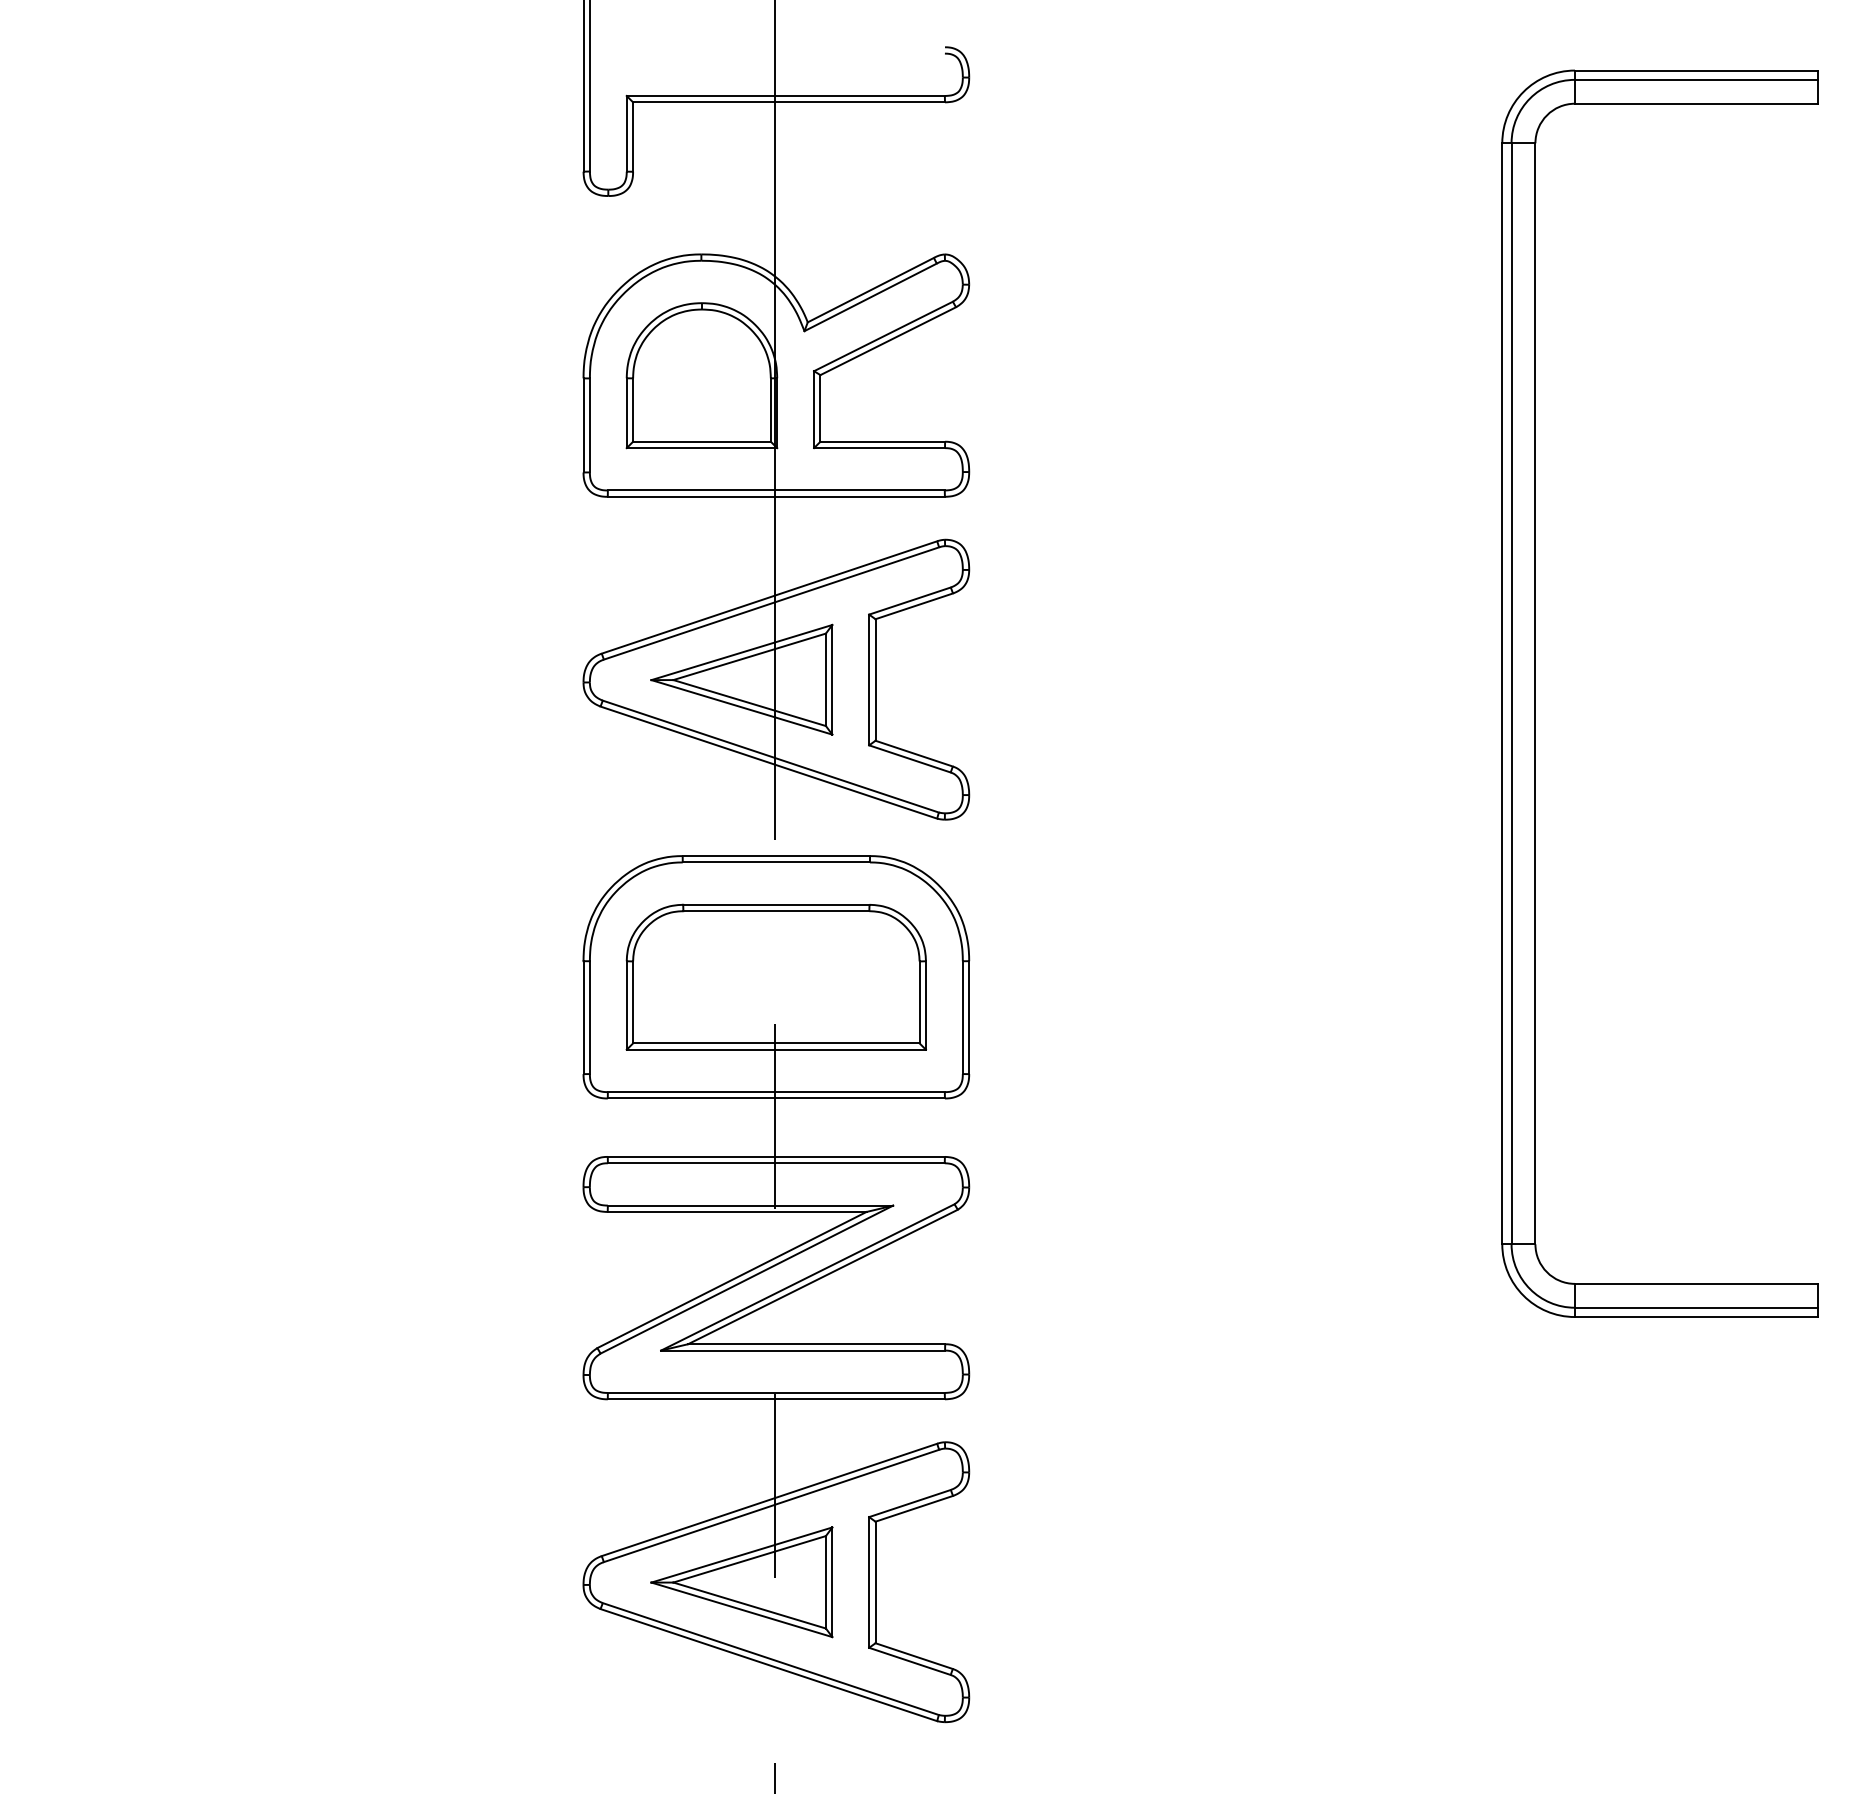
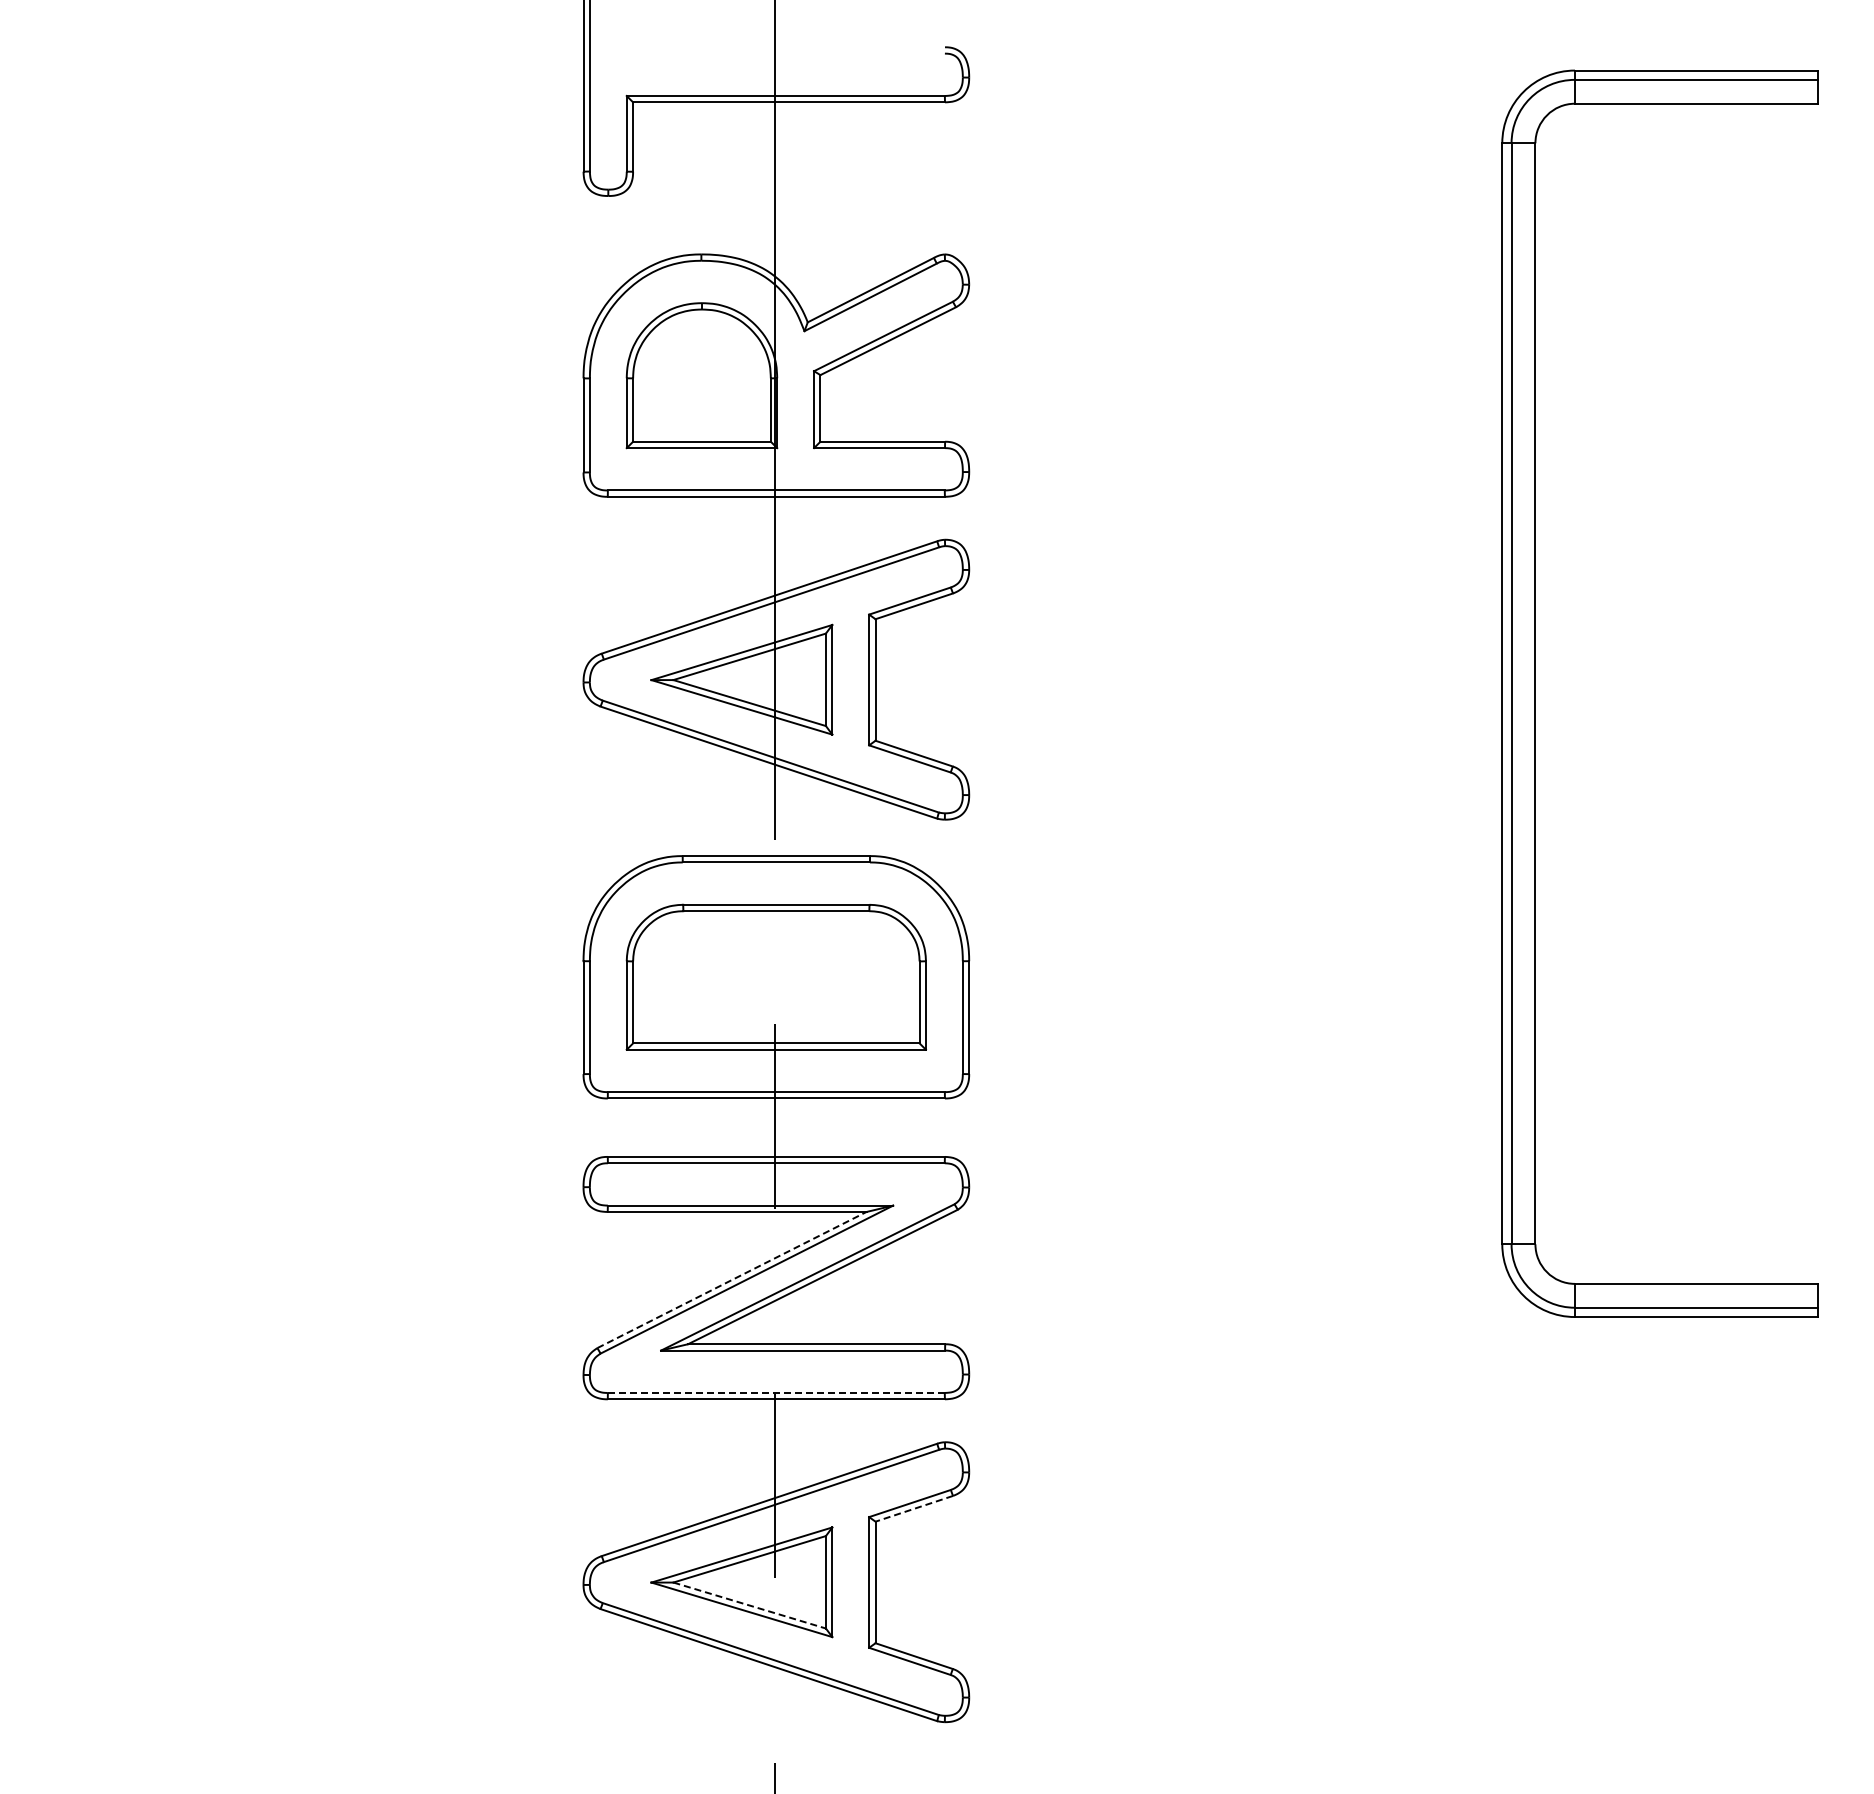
line at (731, 1280): solid -> dashed
line at (775, 1392): solid -> dashed
line at (914, 1508): solid -> dashed
line at (749, 1605): solid -> dashed
